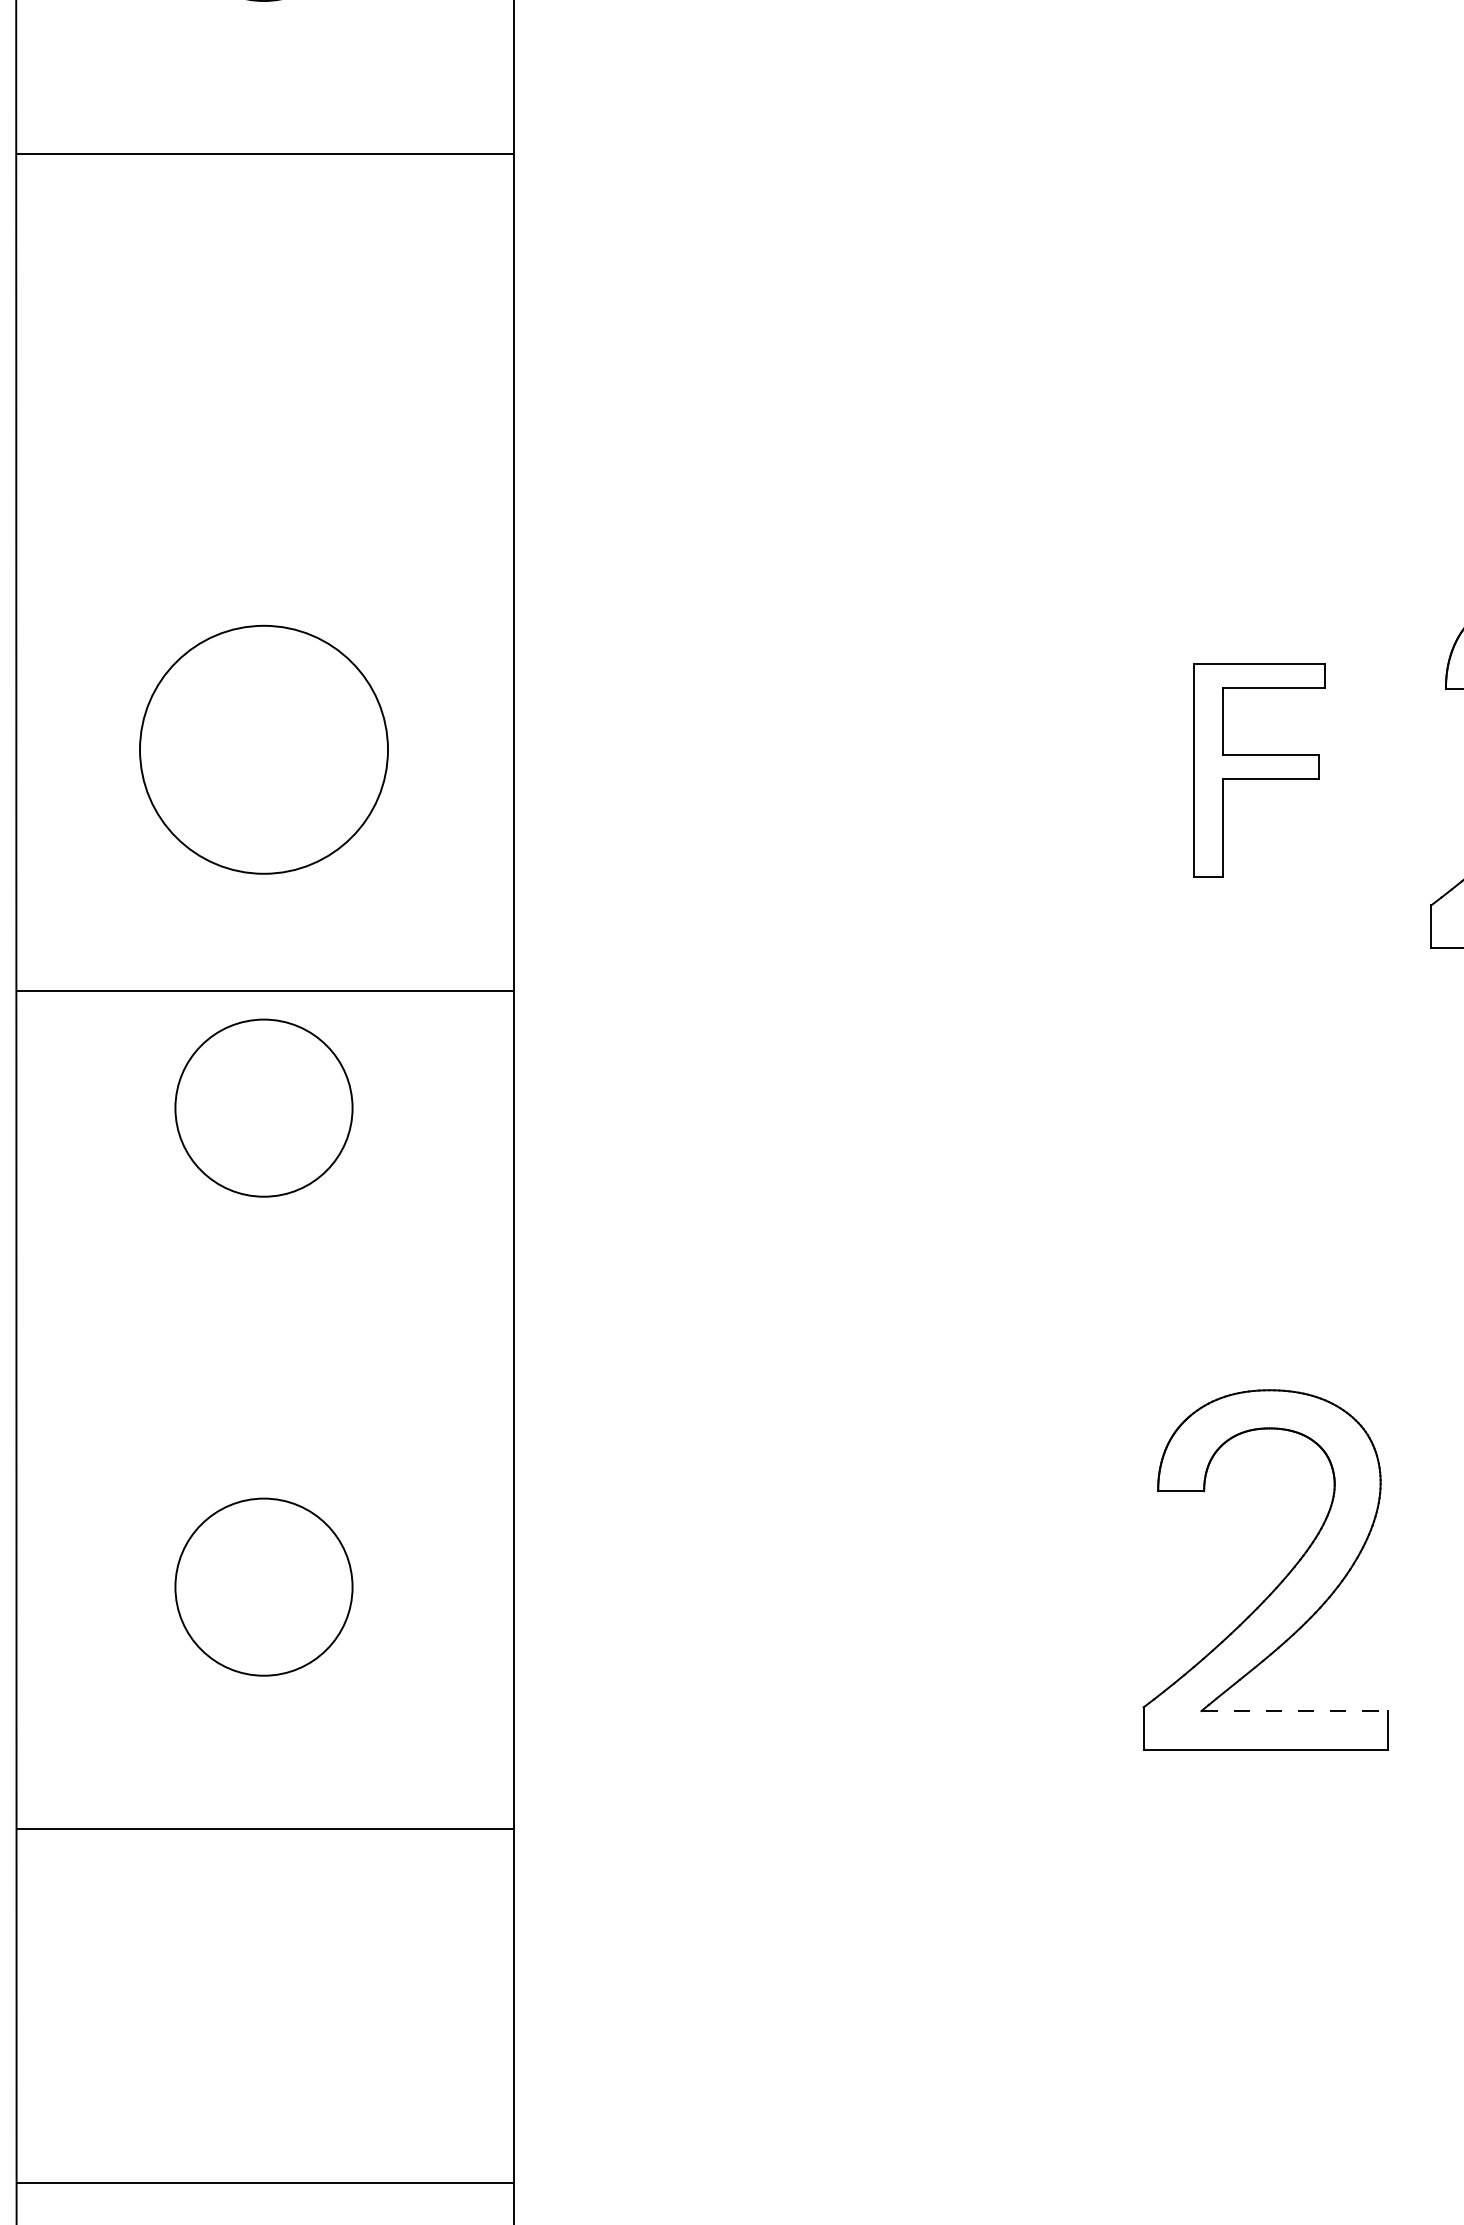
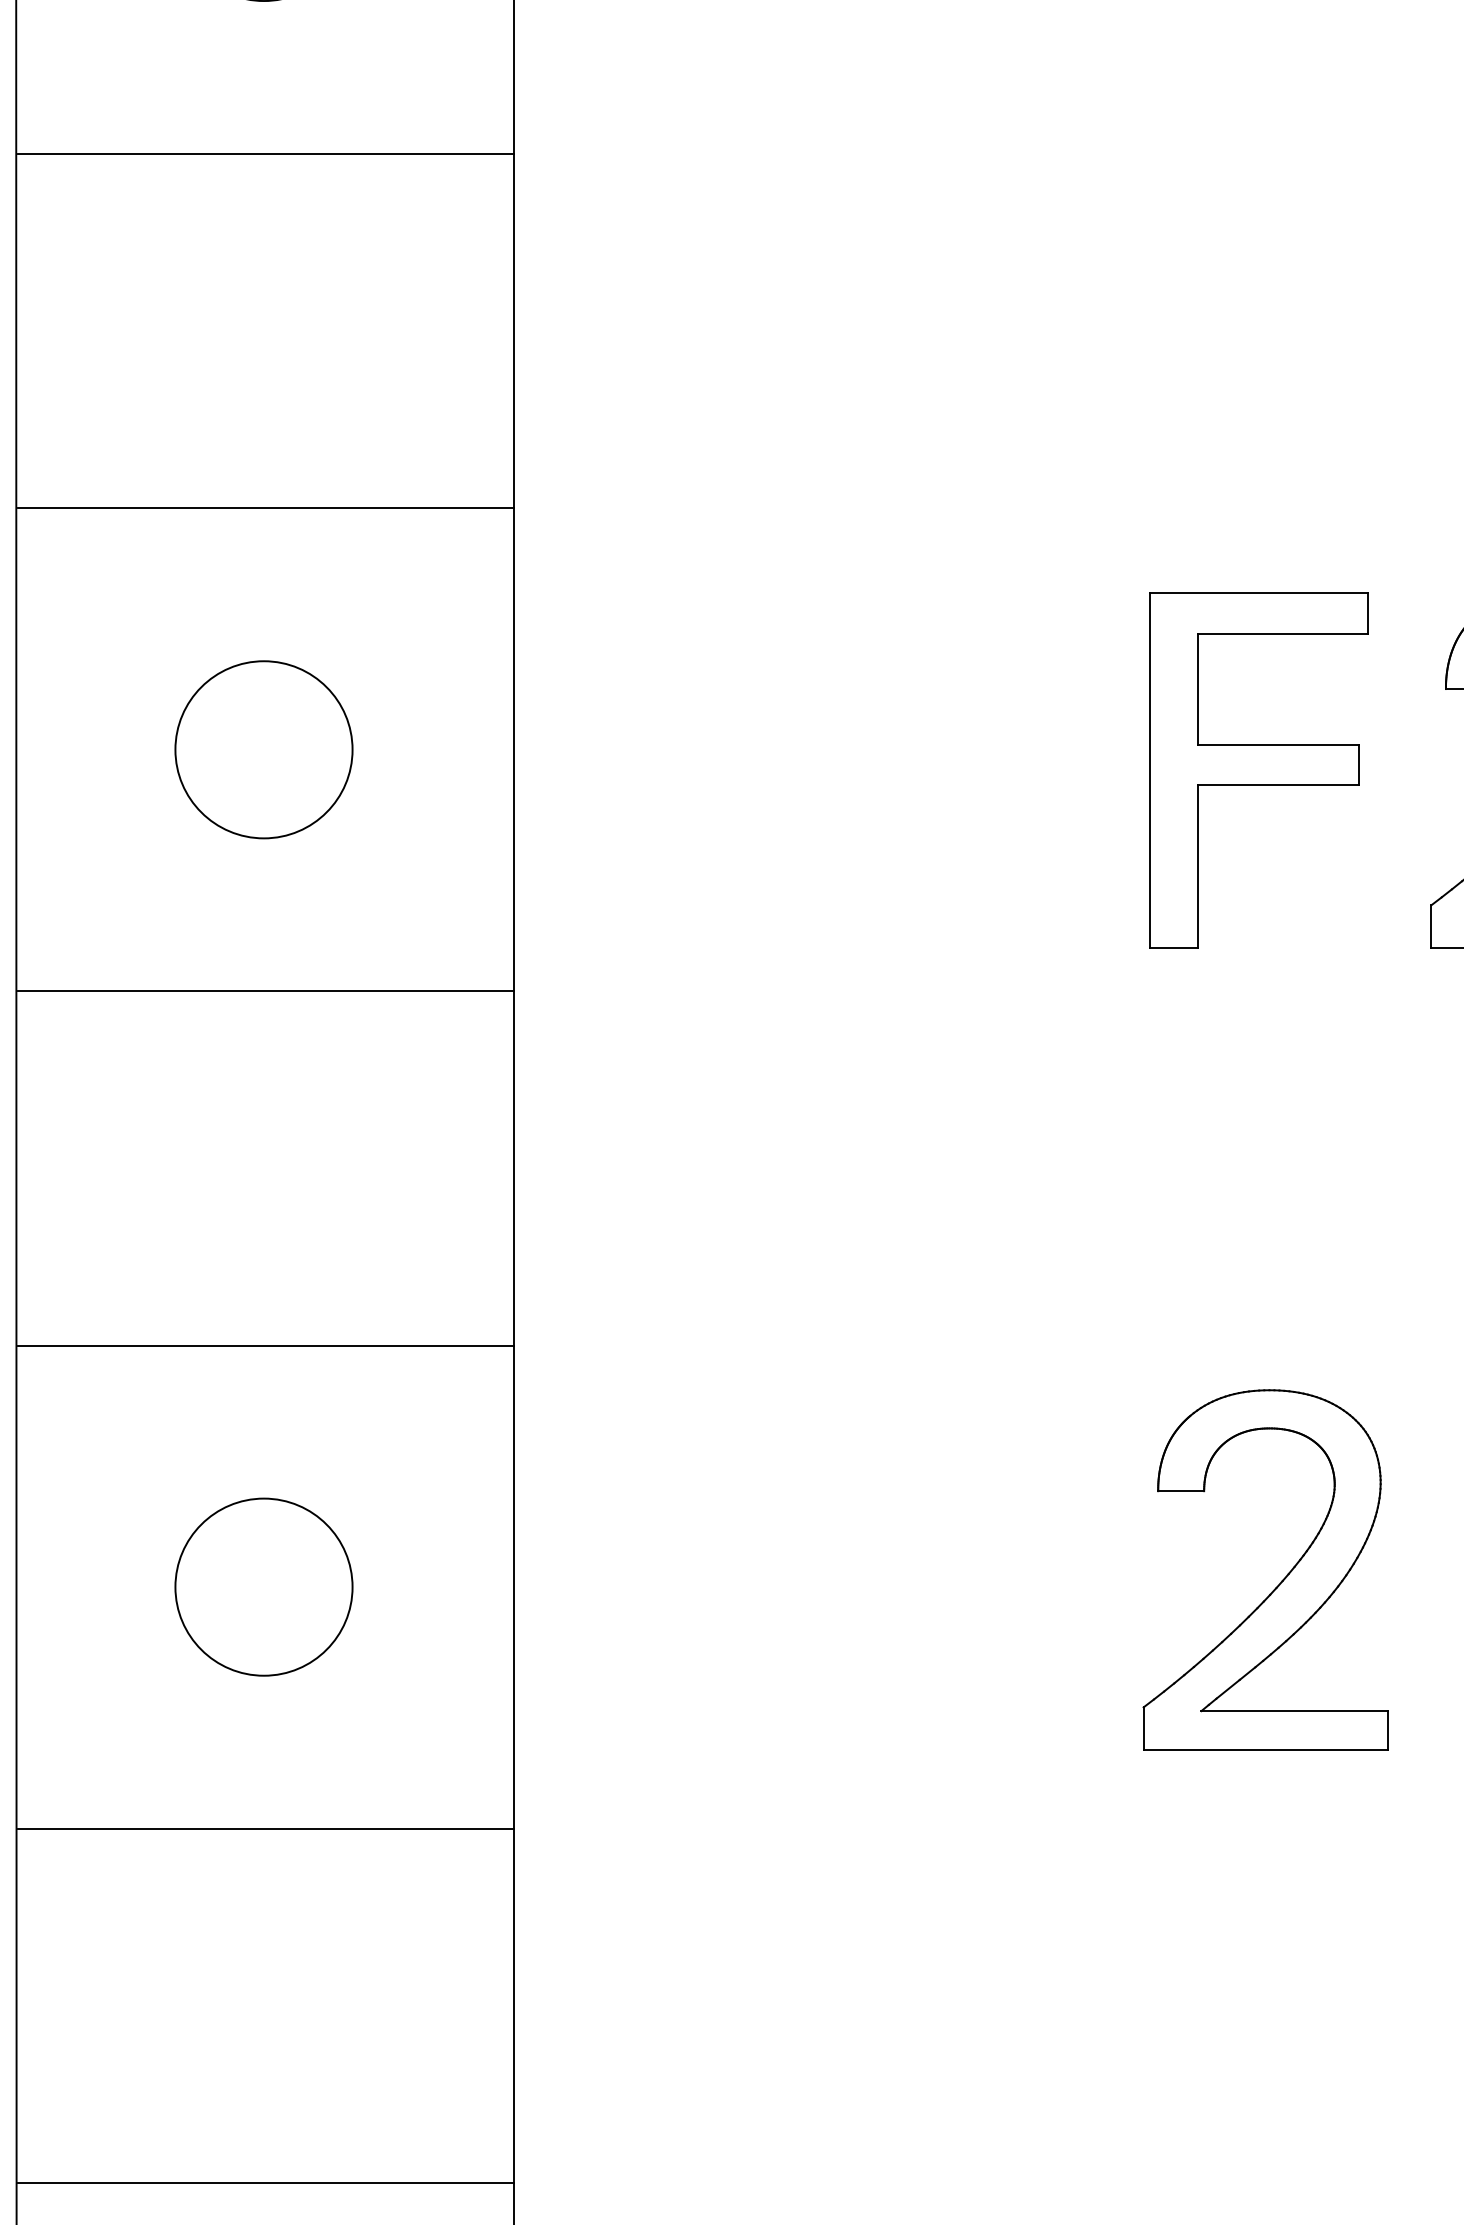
line at (265, 508): none -> present
circle at (264, 749) diameter: 248 px -> 177 px
part at (1259, 770) size: 133x215 px -> 220x357 px
circle at (263, 1107): present -> none
line at (265, 1345): none -> present
line at (1295, 1711): dashed -> solid
